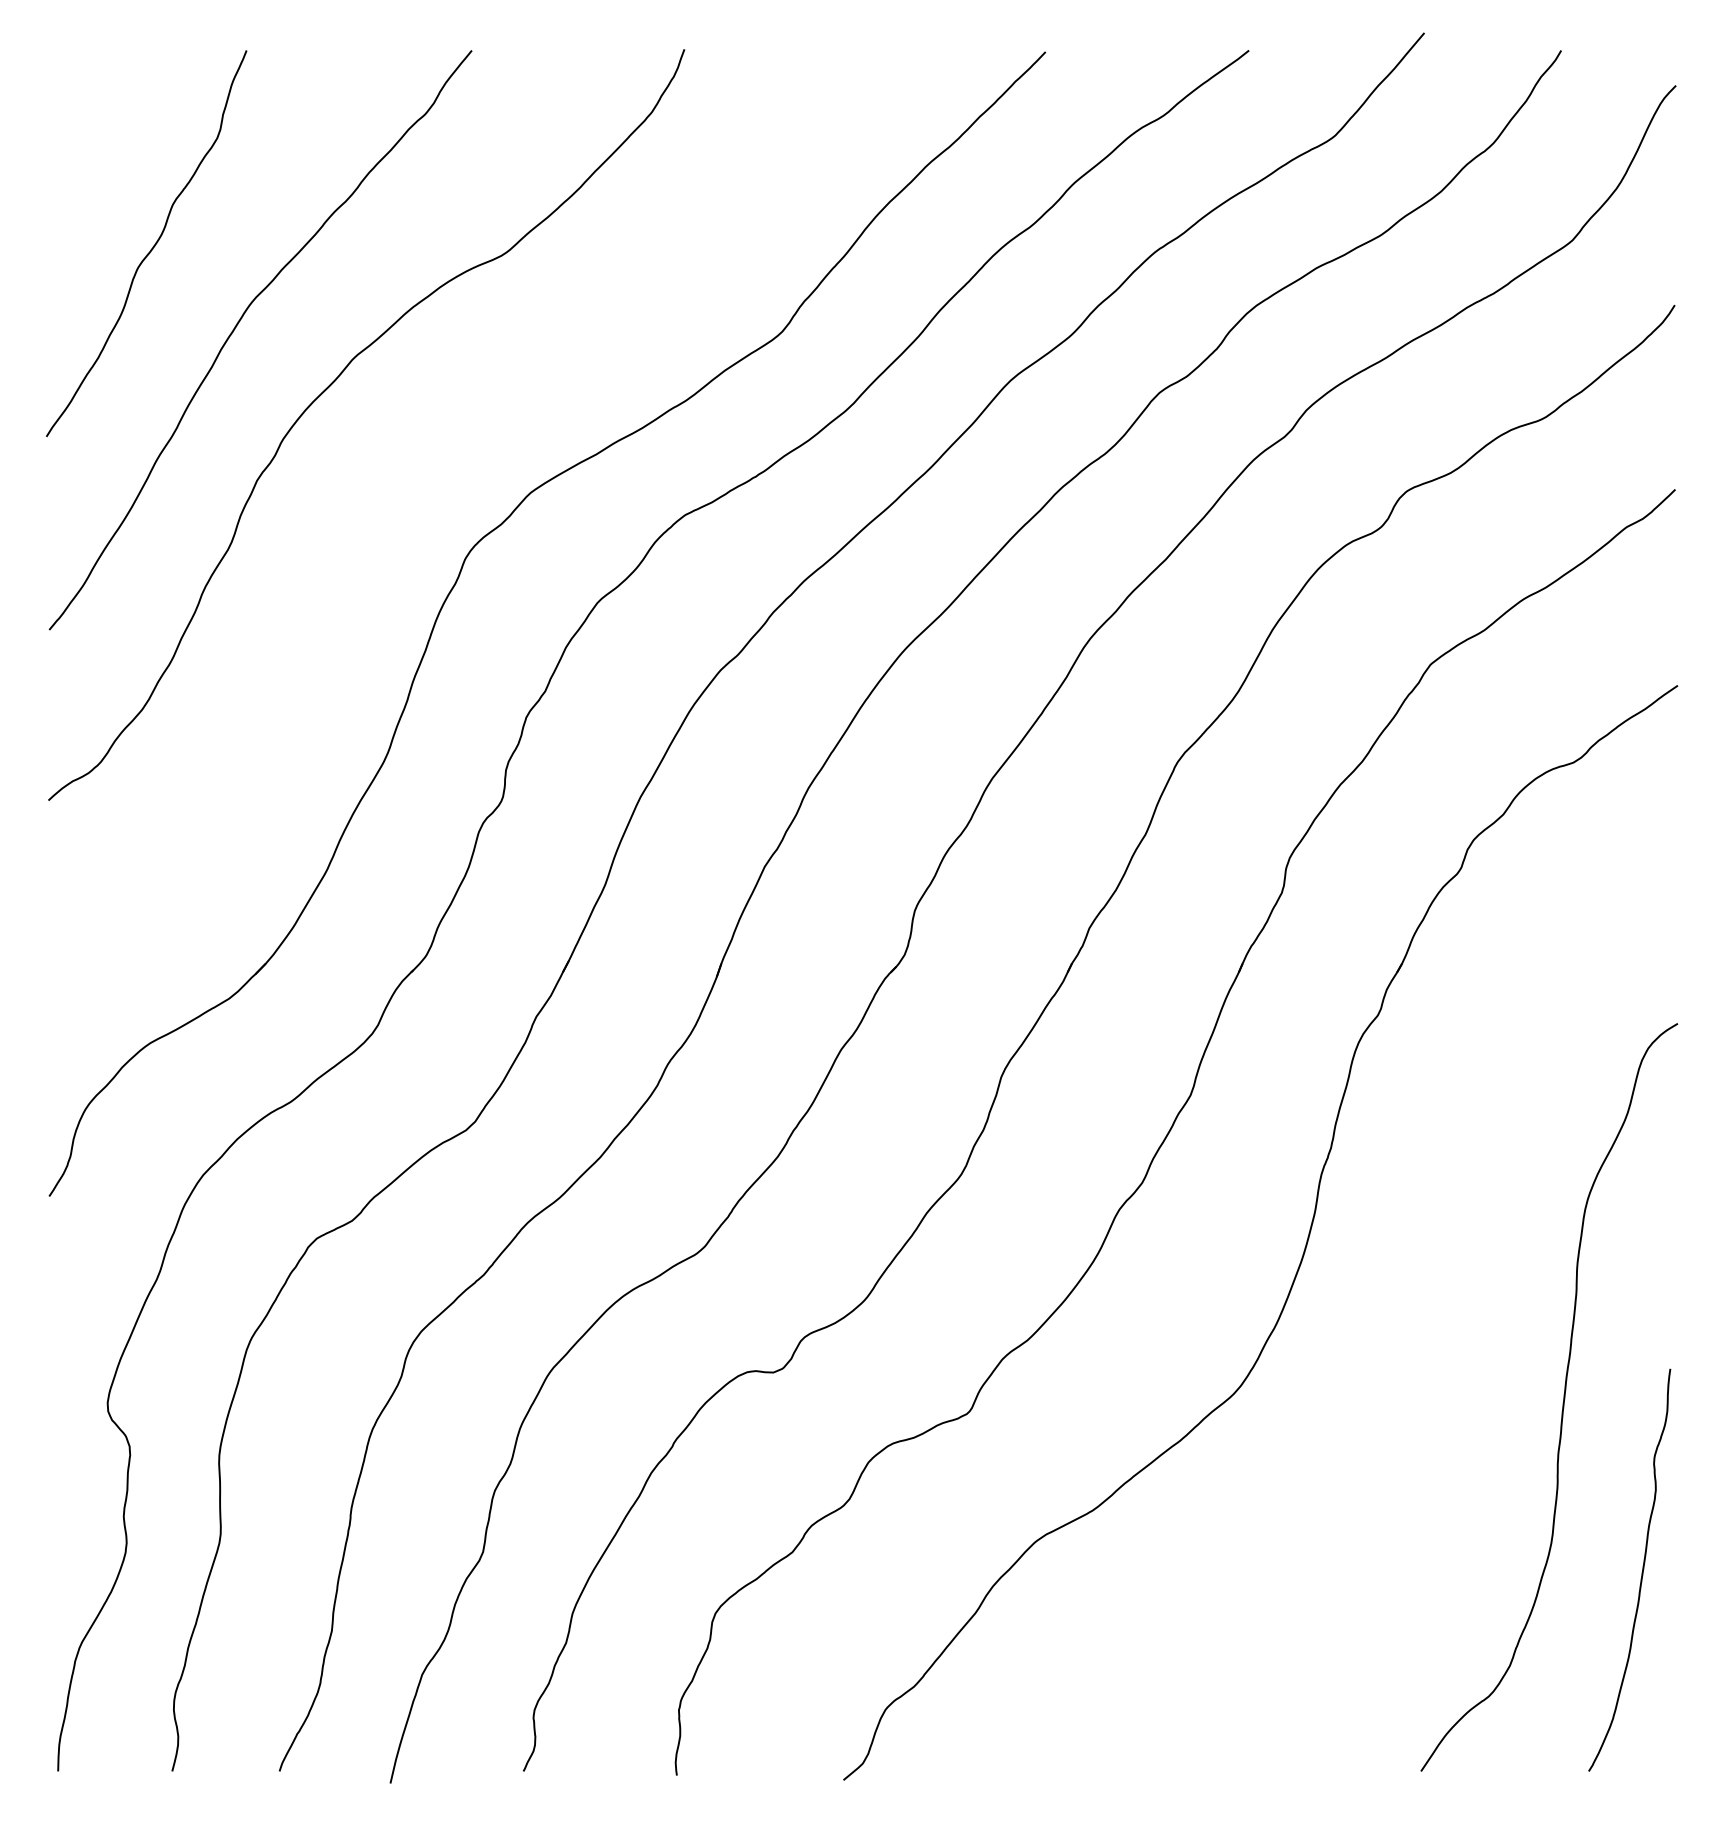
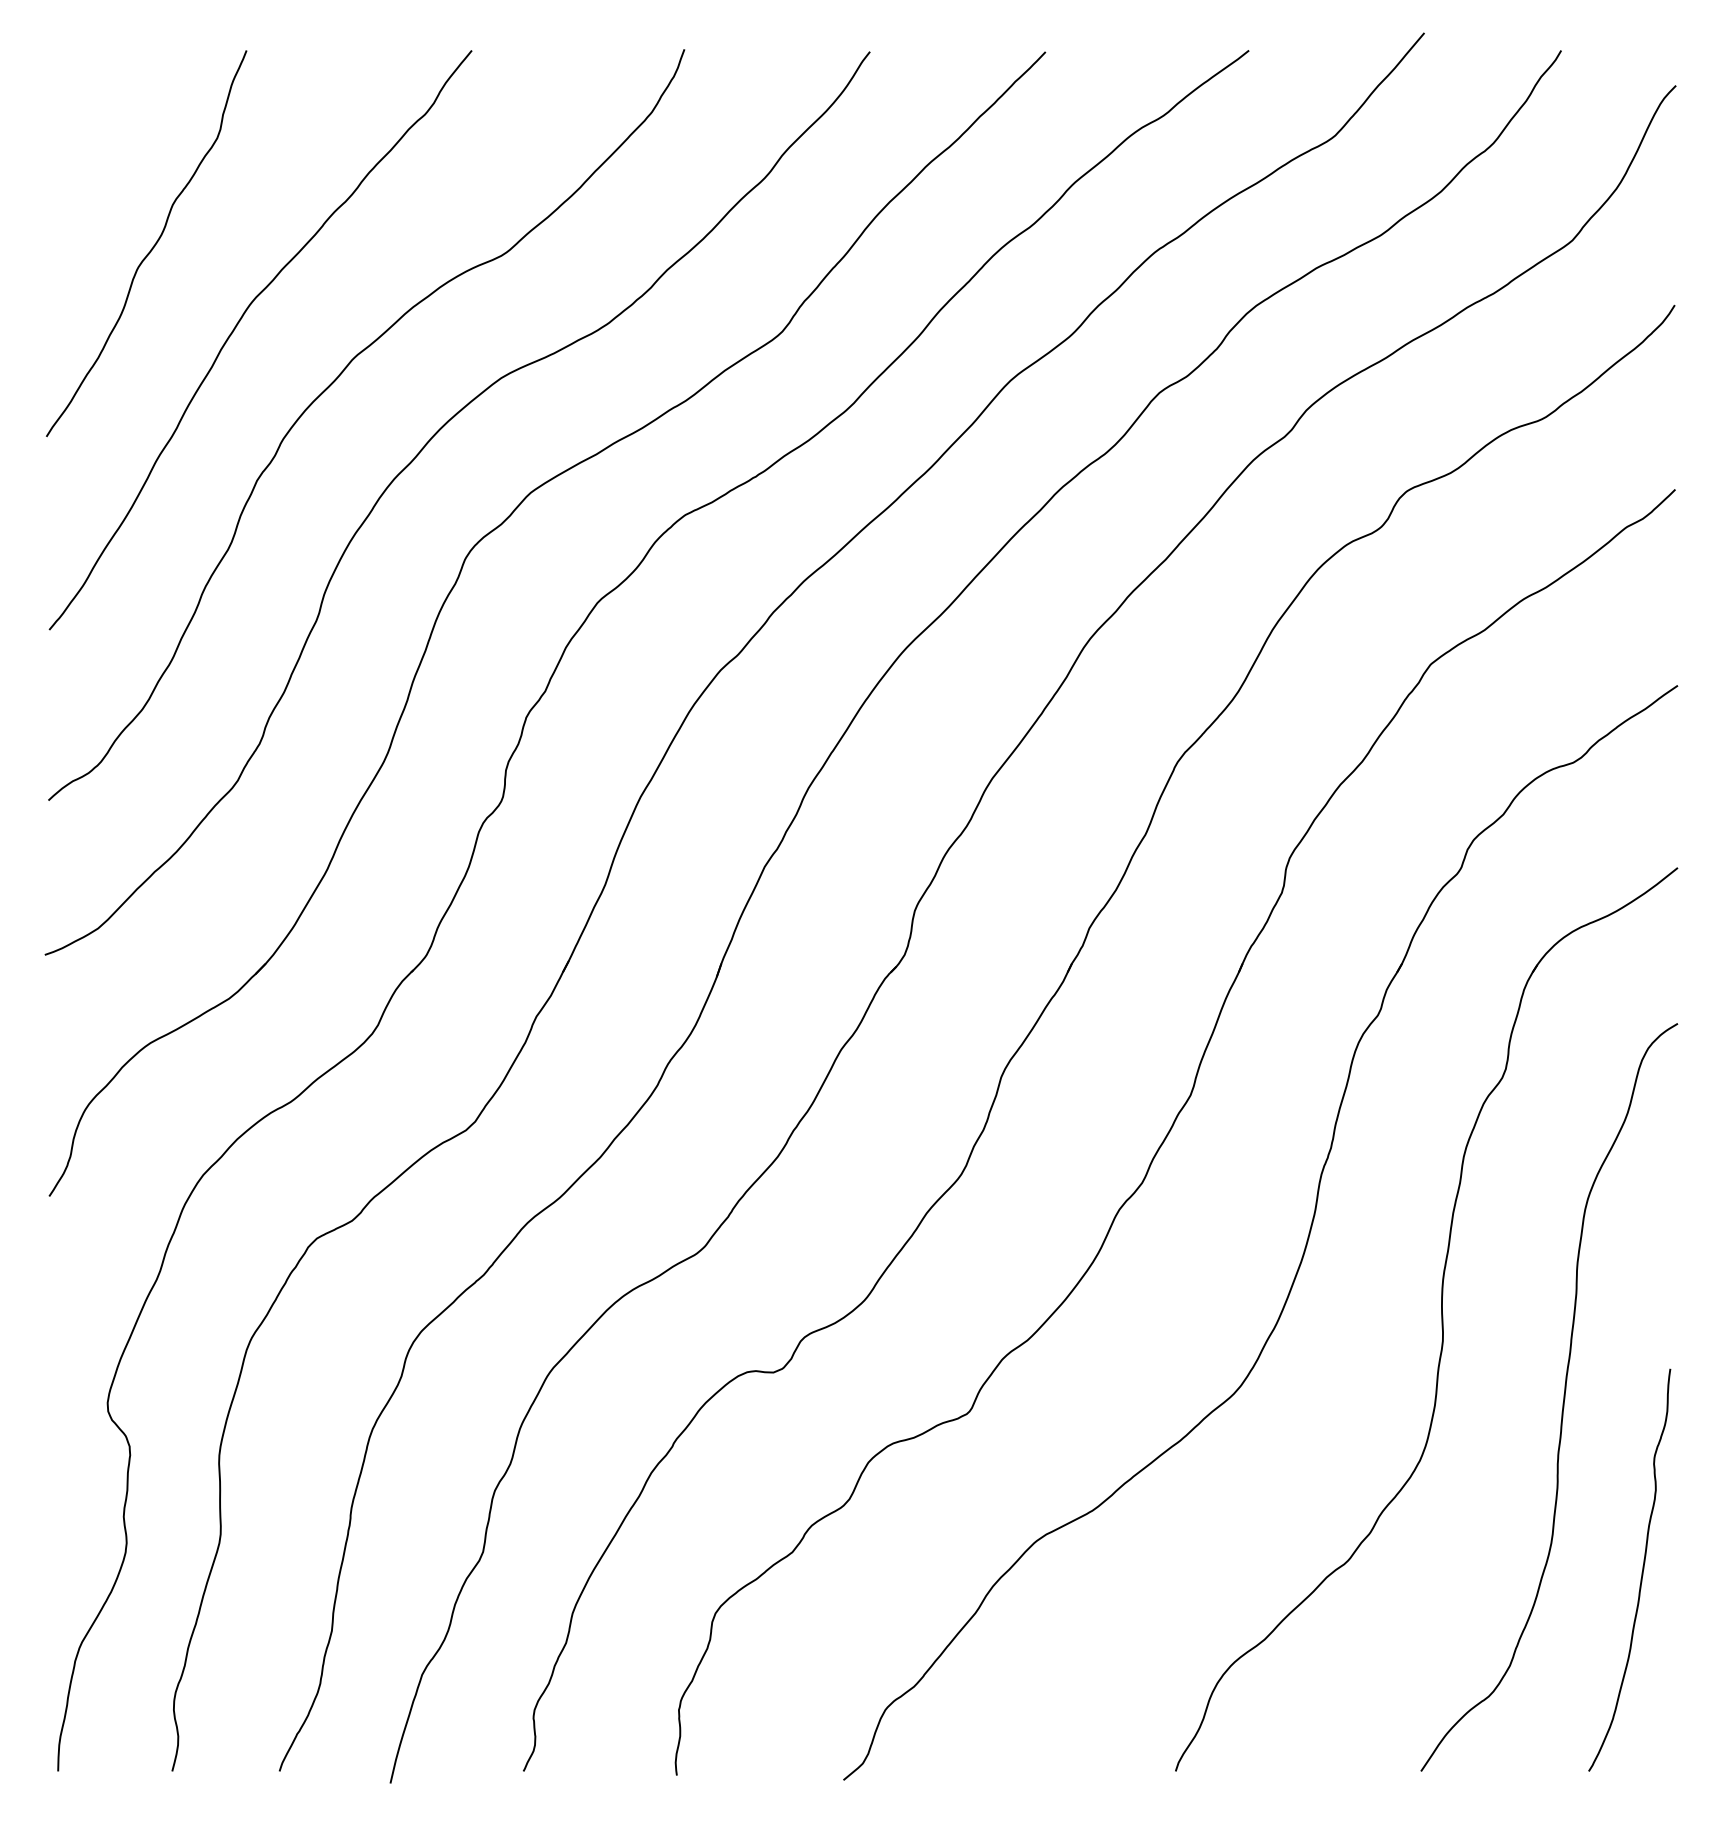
curve at (413, 461): none -> present
part at (1441, 1319): none -> present
